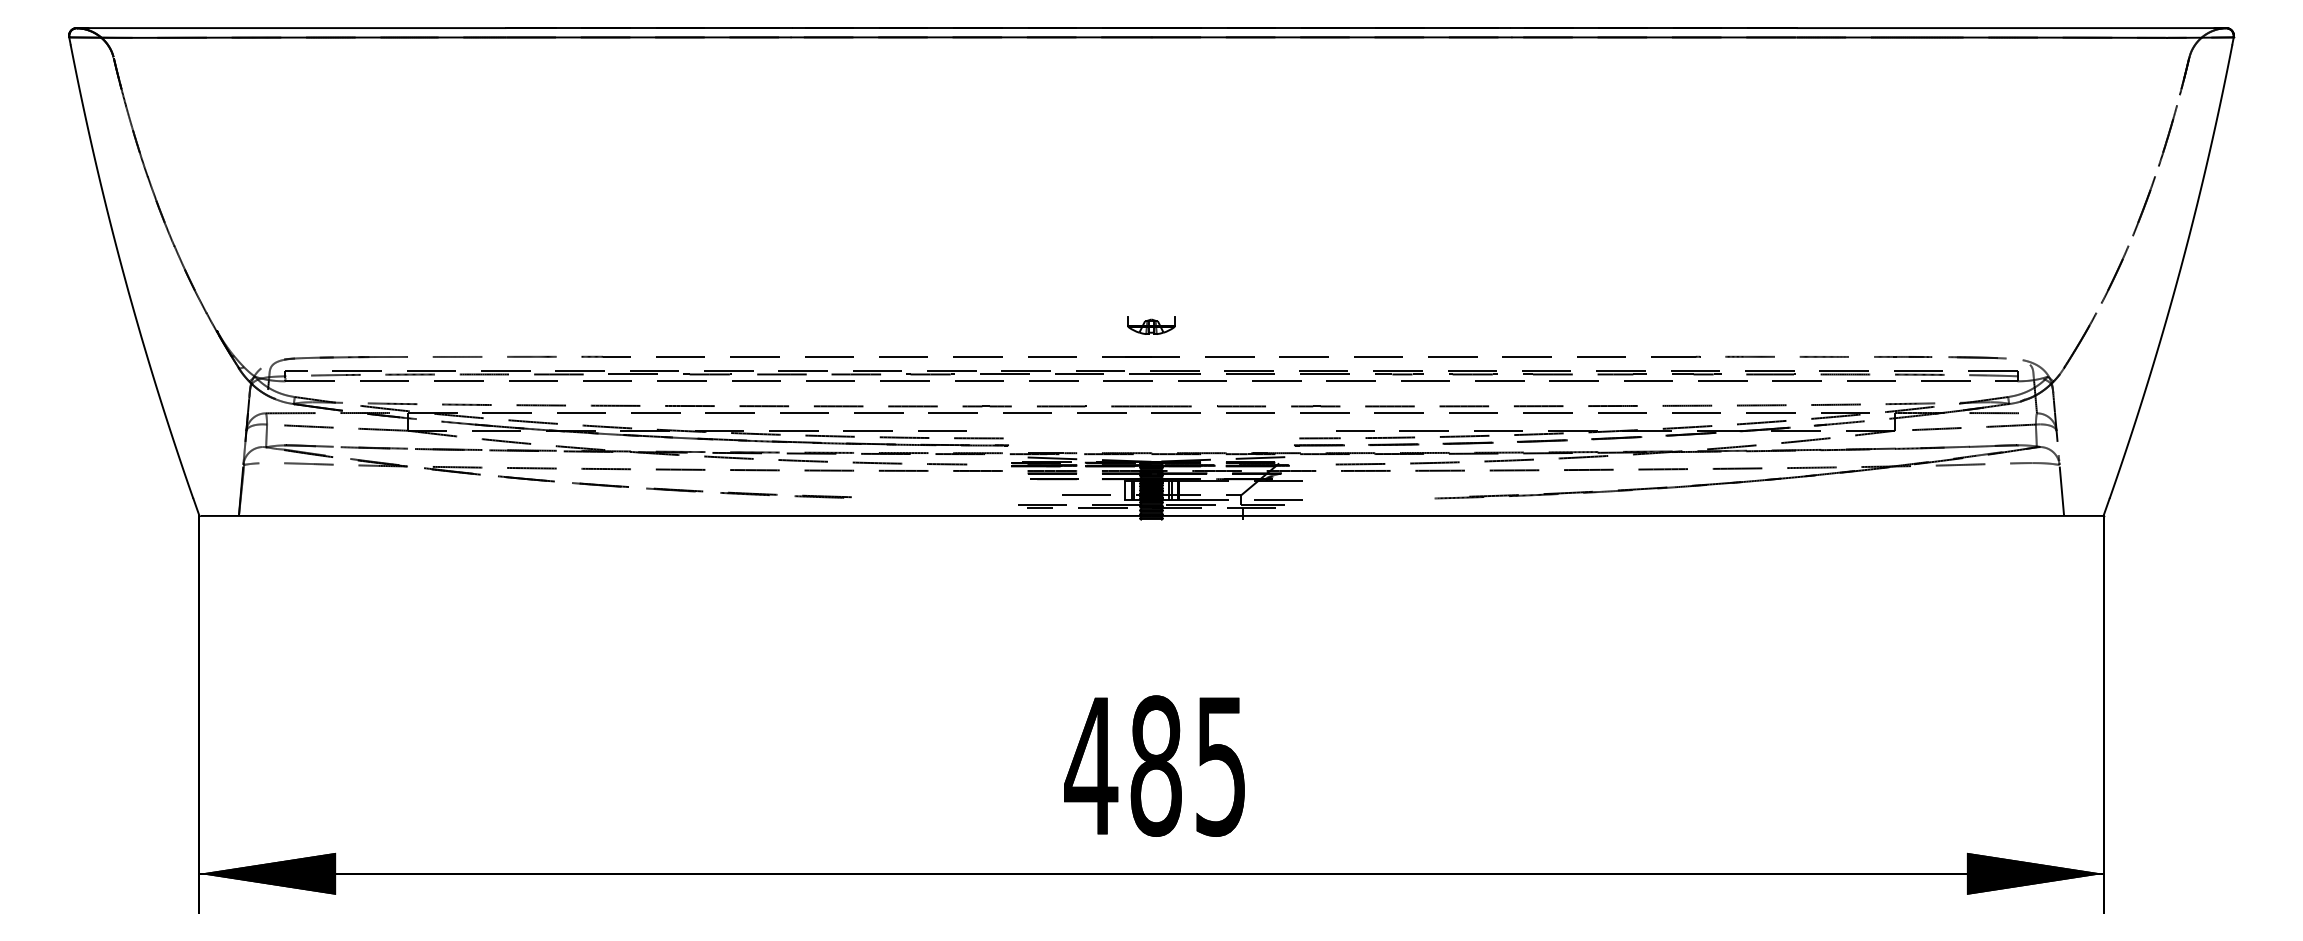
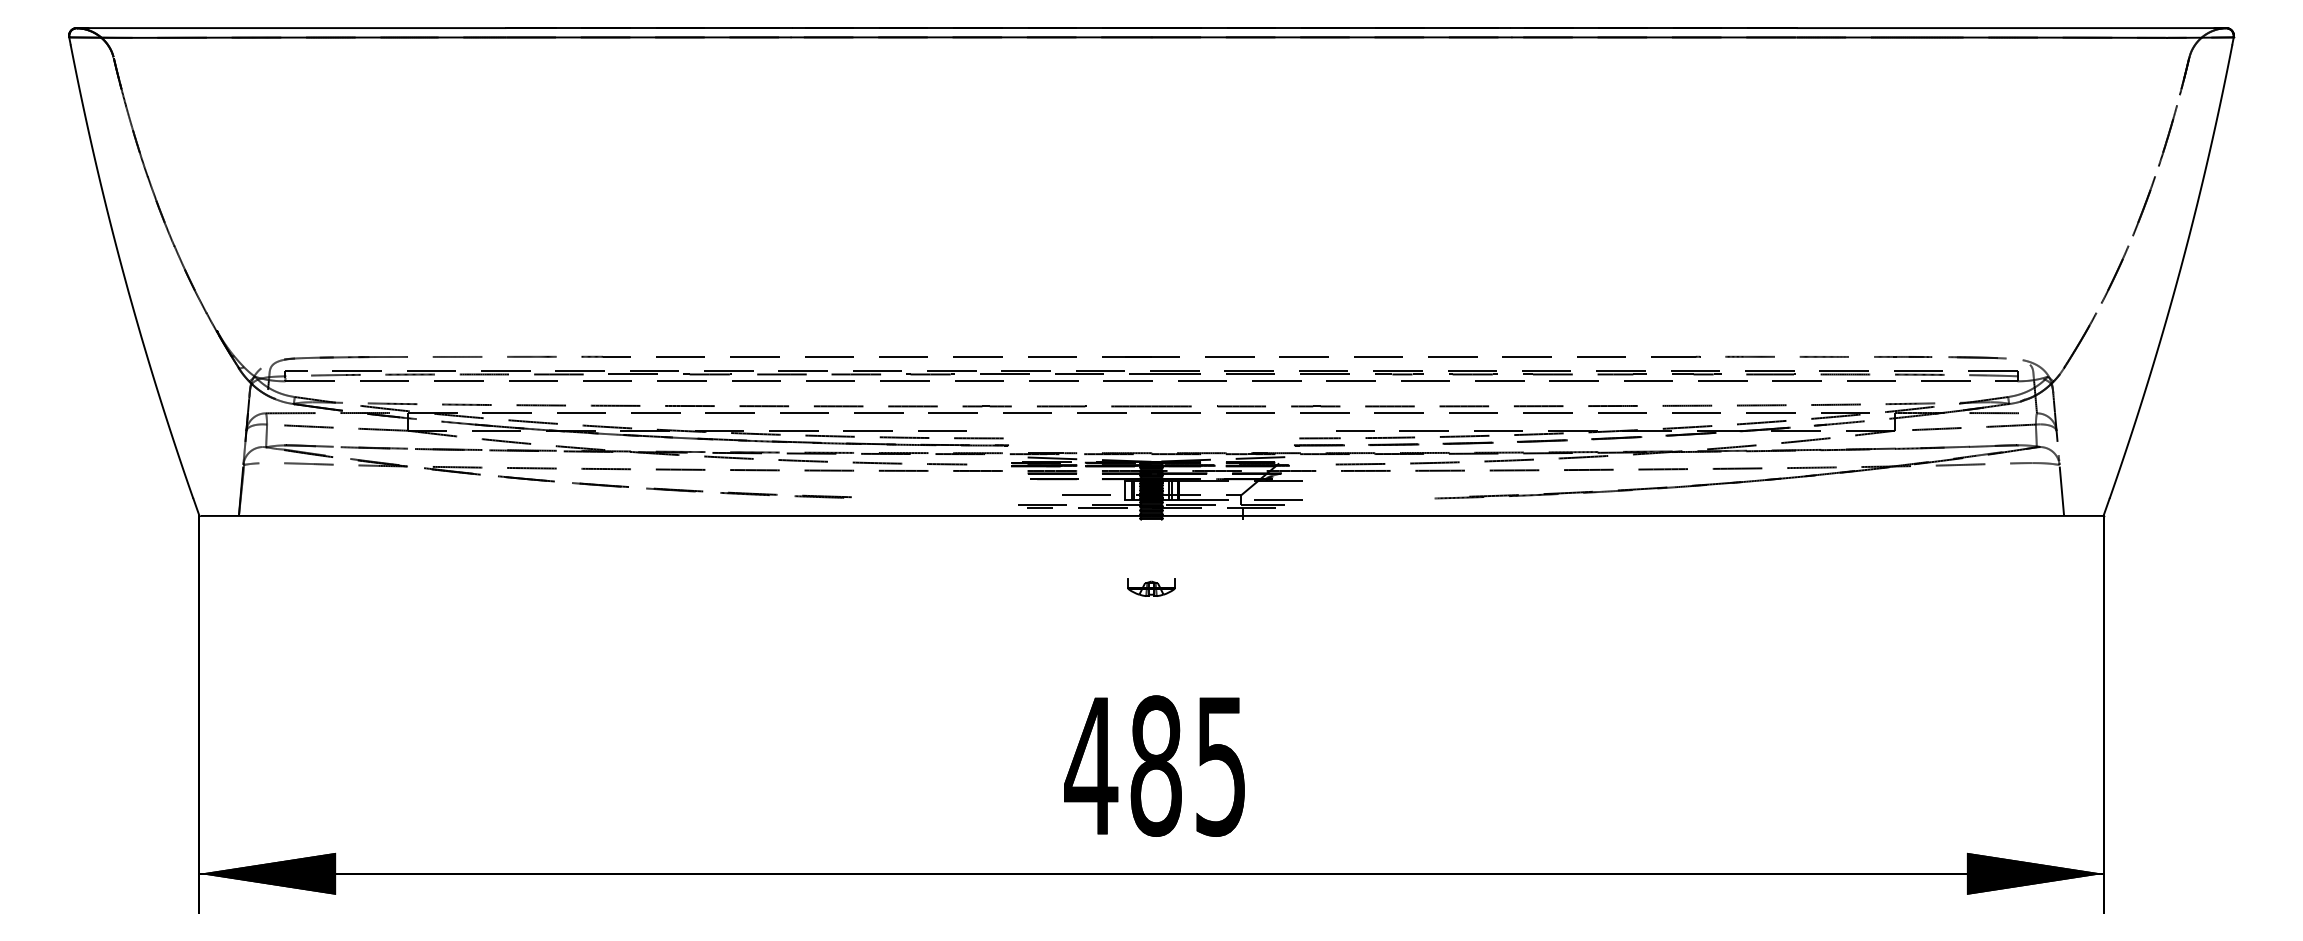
part at (1151, 325) position: (1151, 325) -> (1151, 587)
